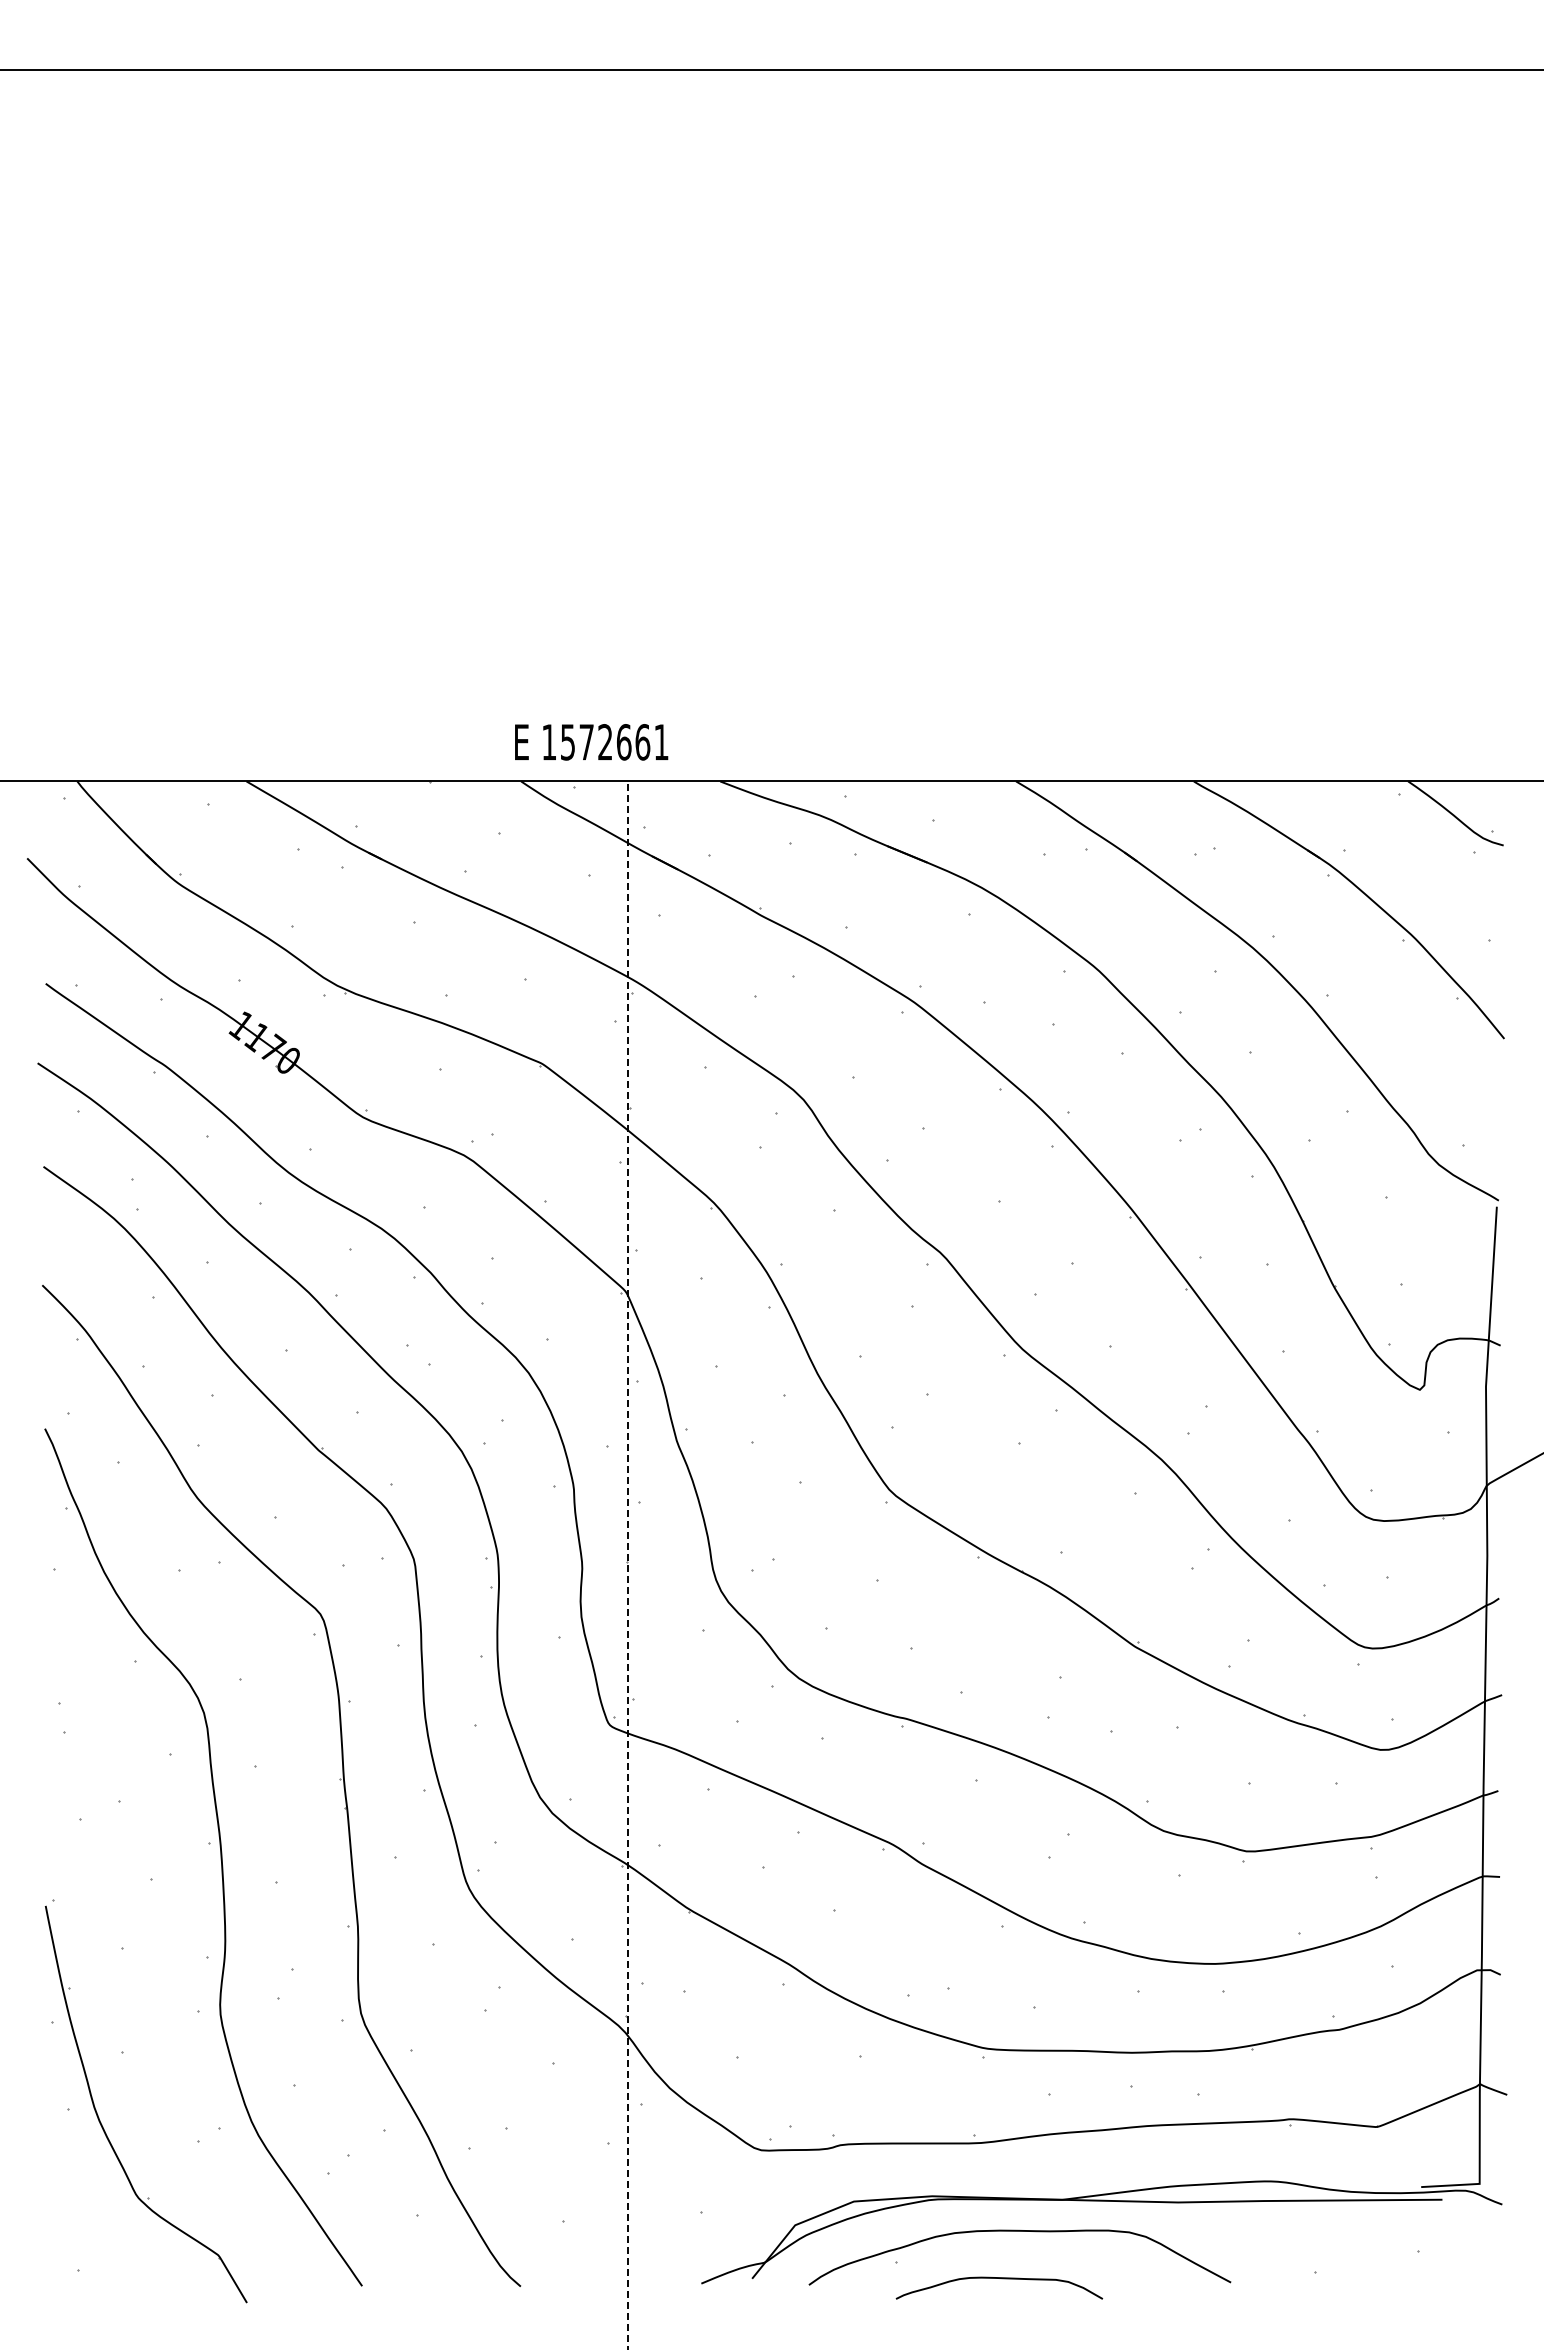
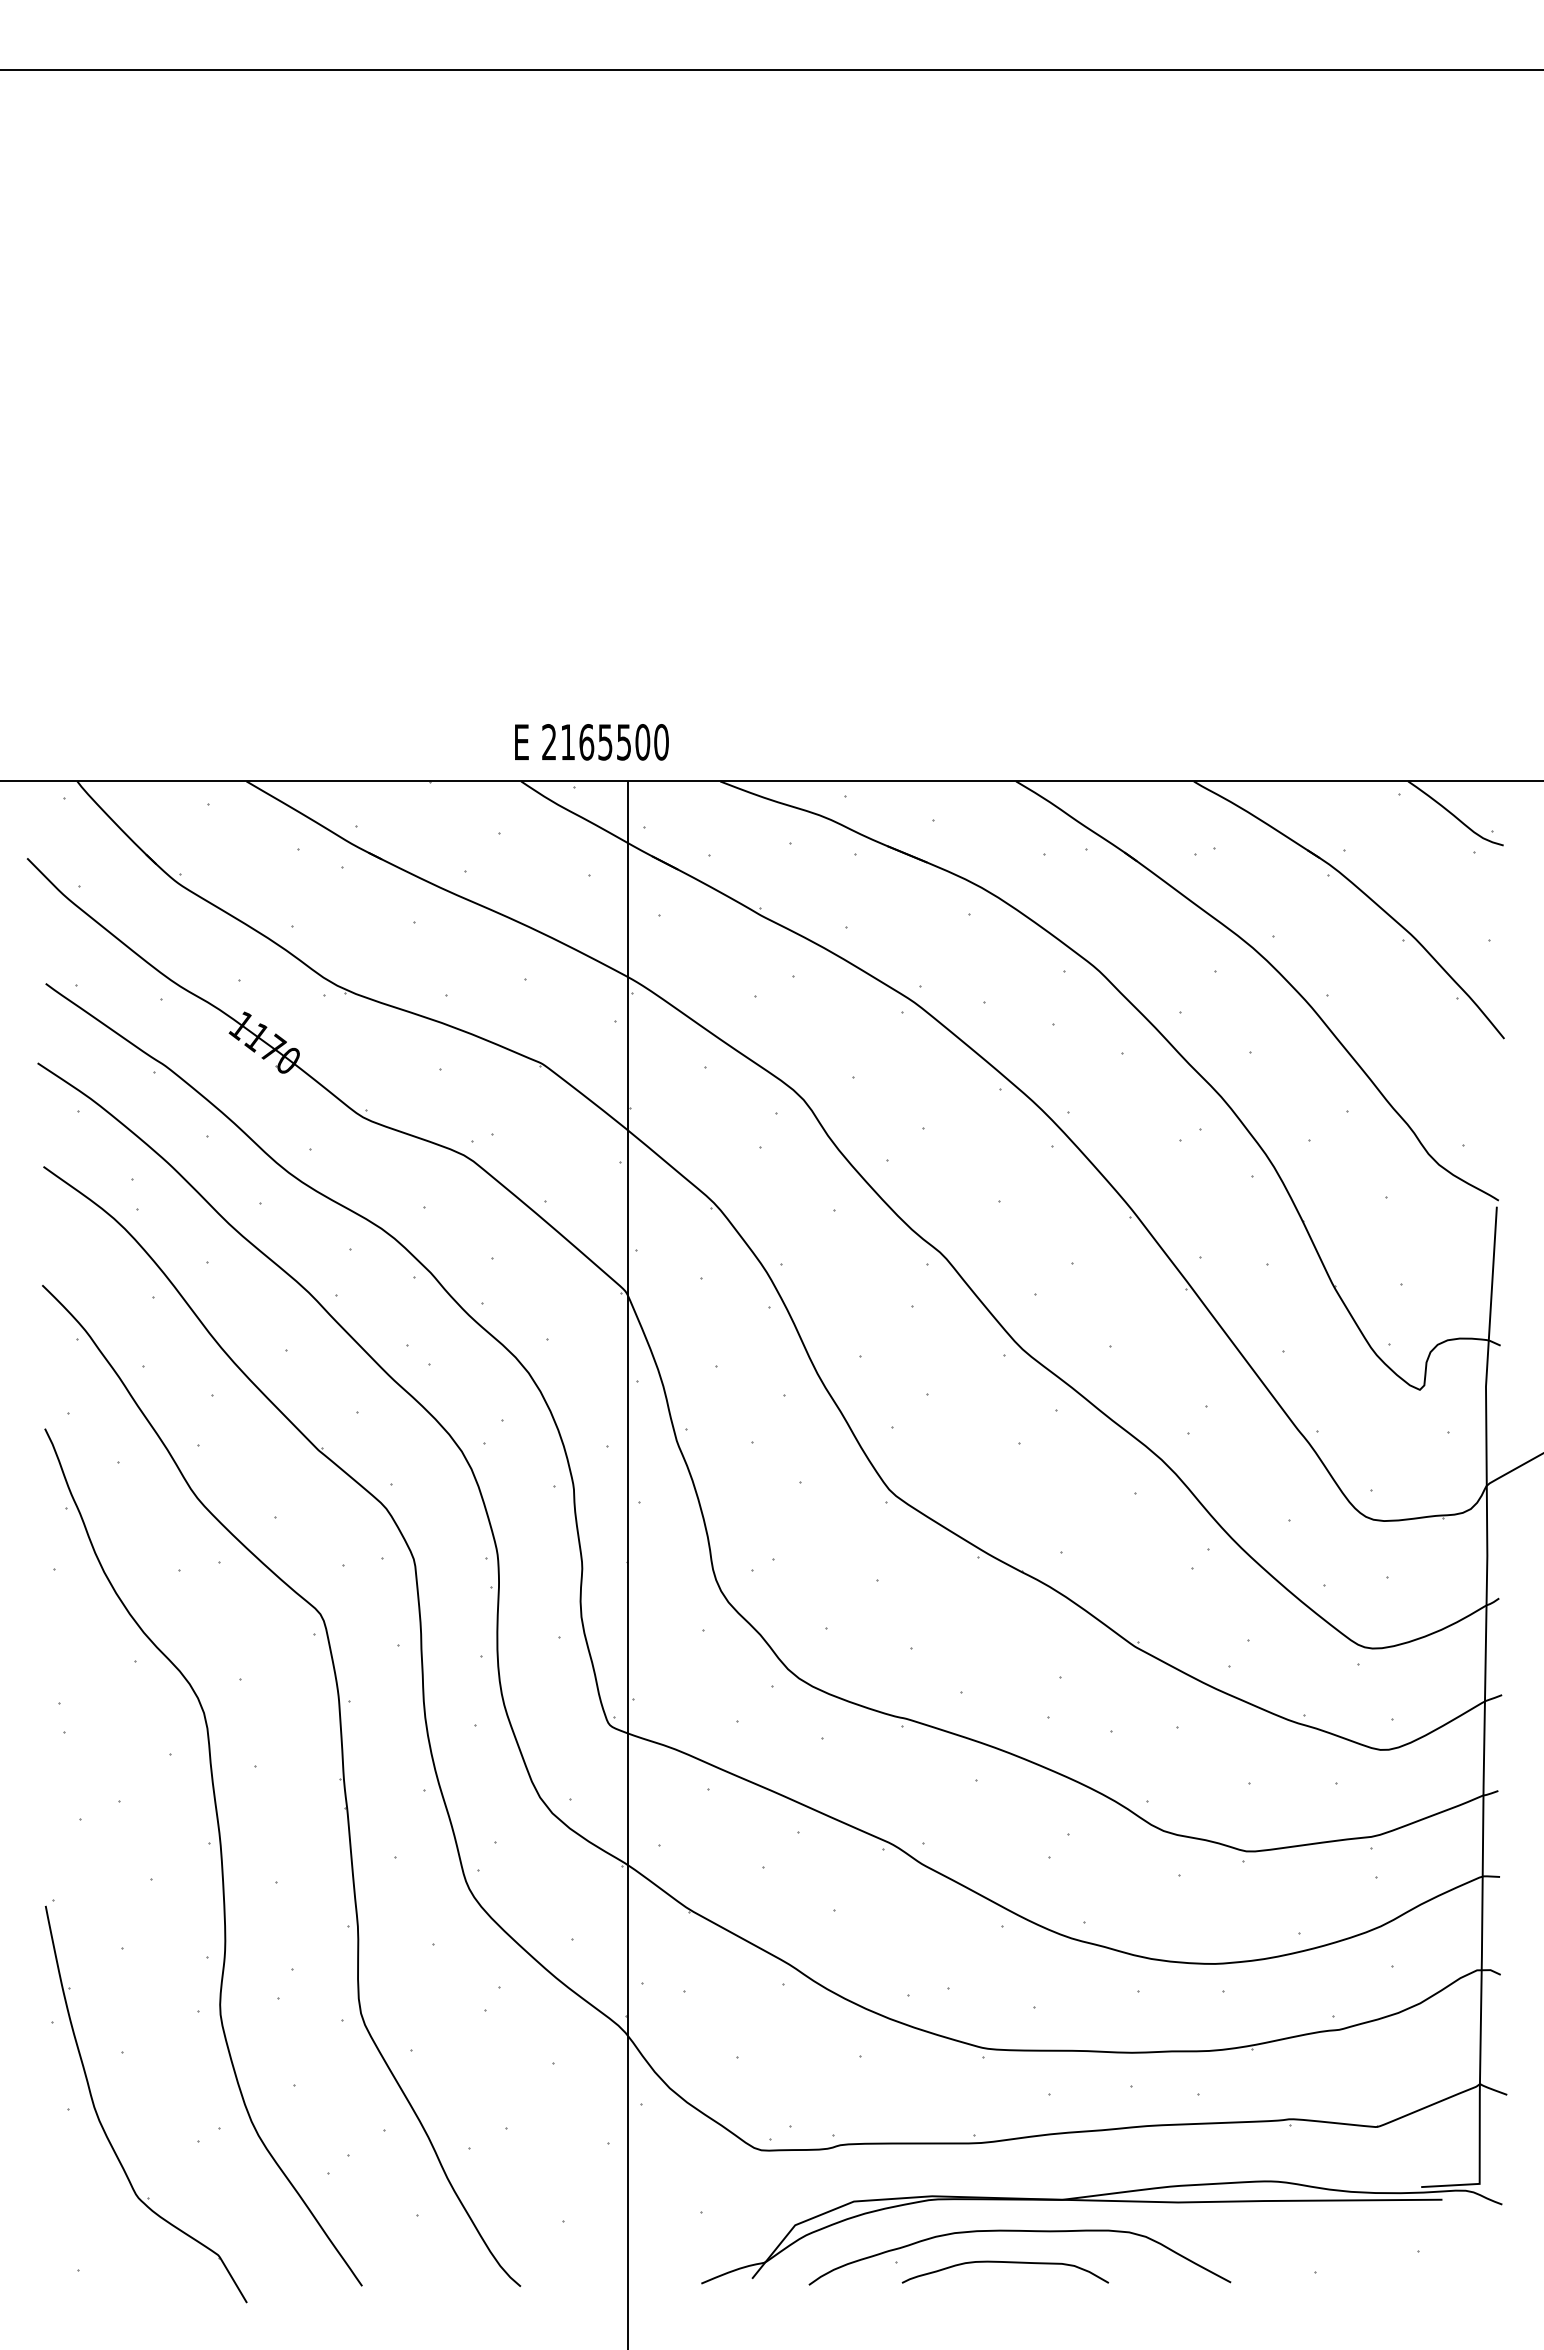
text at (605, 742): 1572661 -> 2165500
line at (627, 1565): dashed -> solid
curve at (1001, 2279) position: (1001, 2279) -> (1007, 2263)
